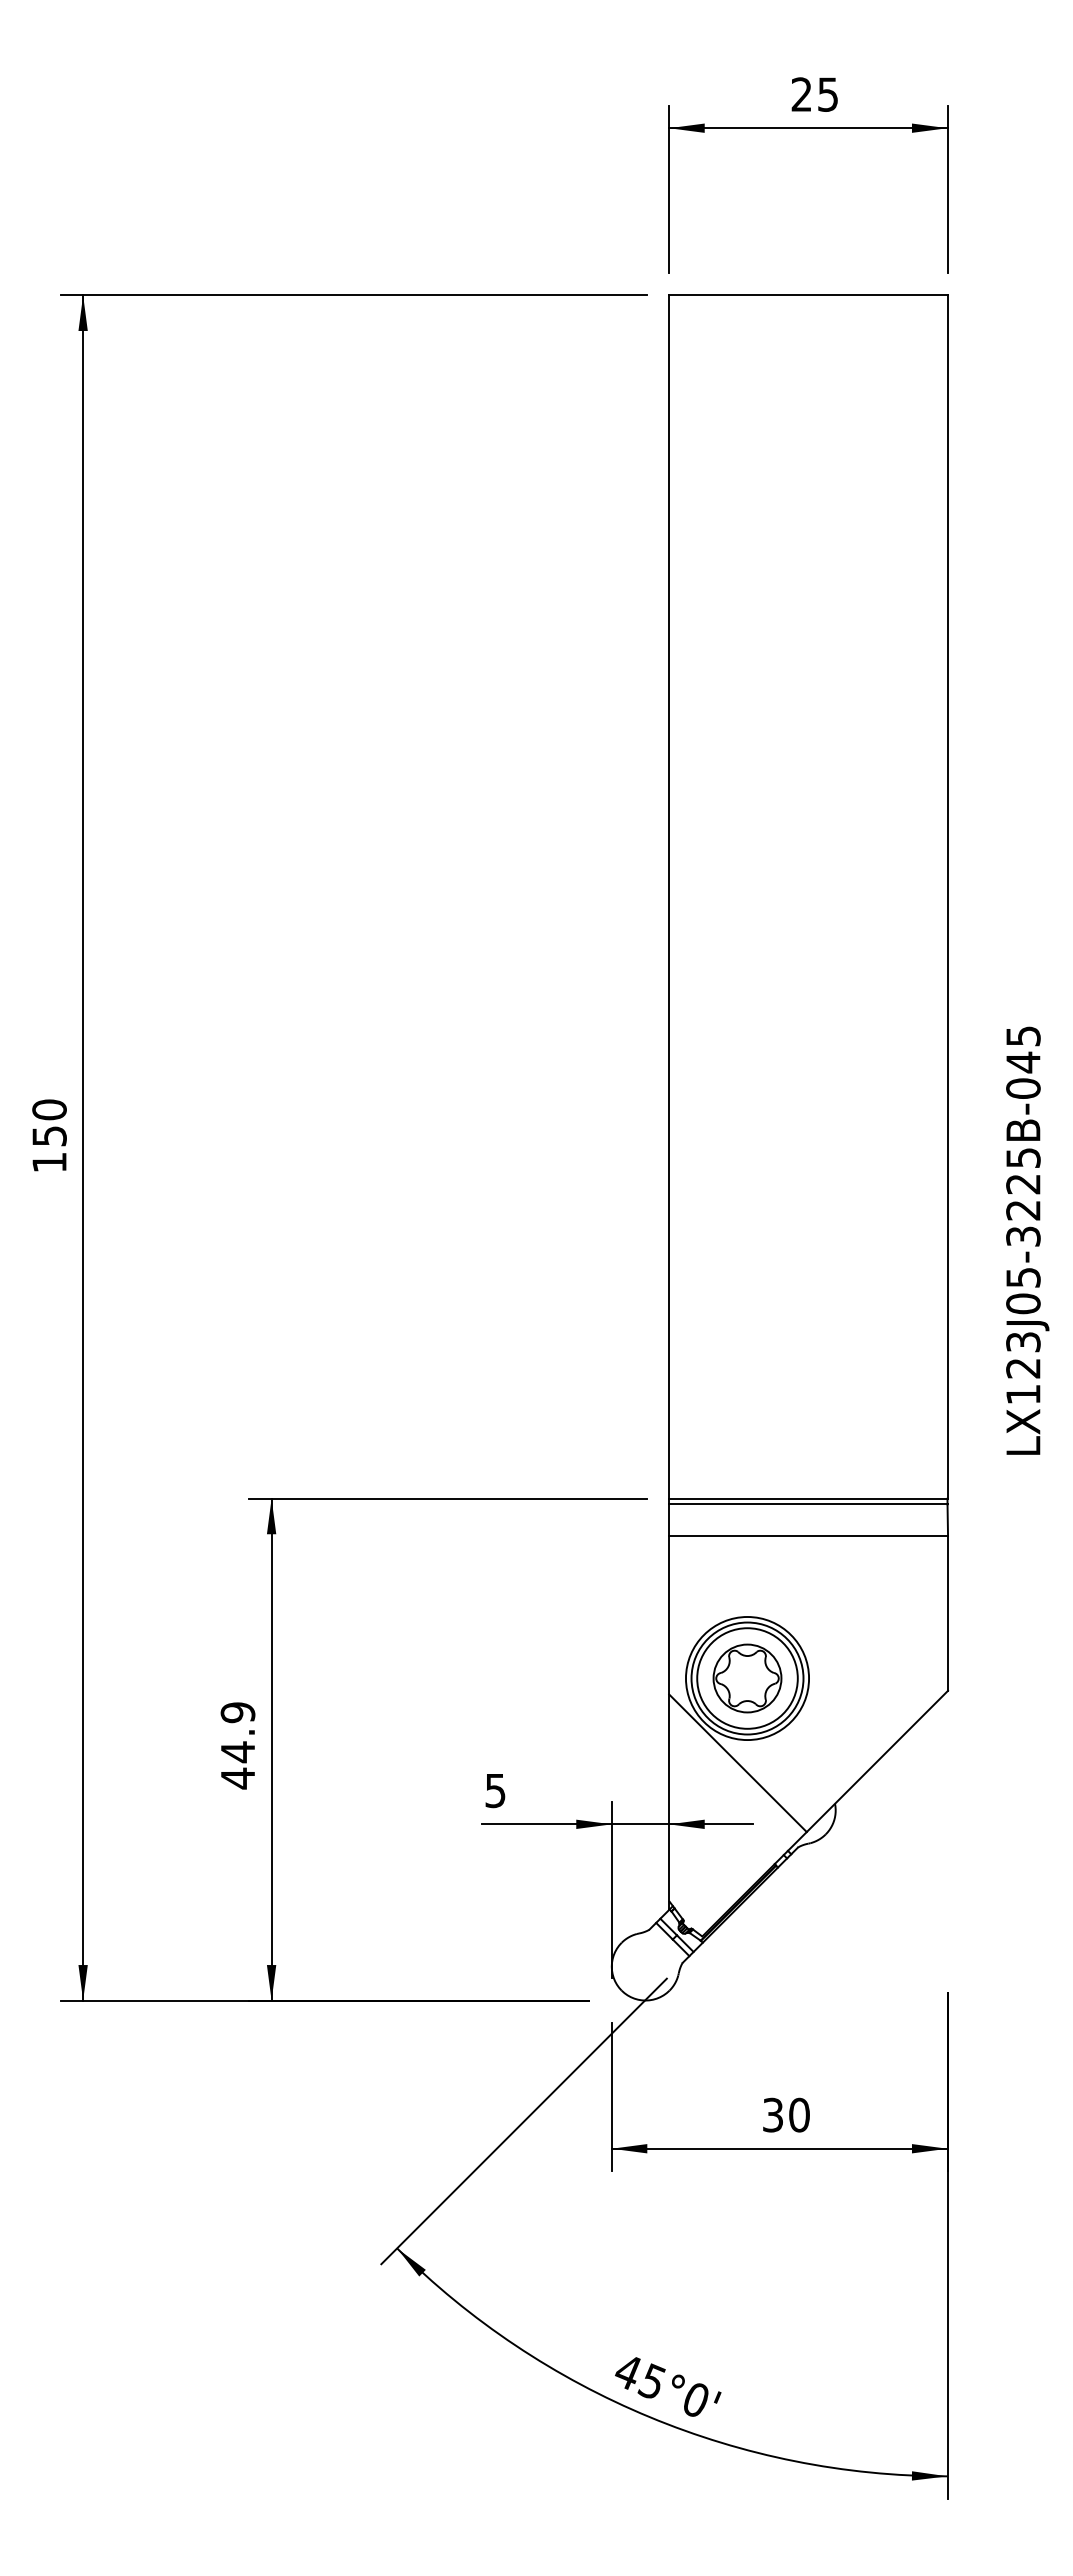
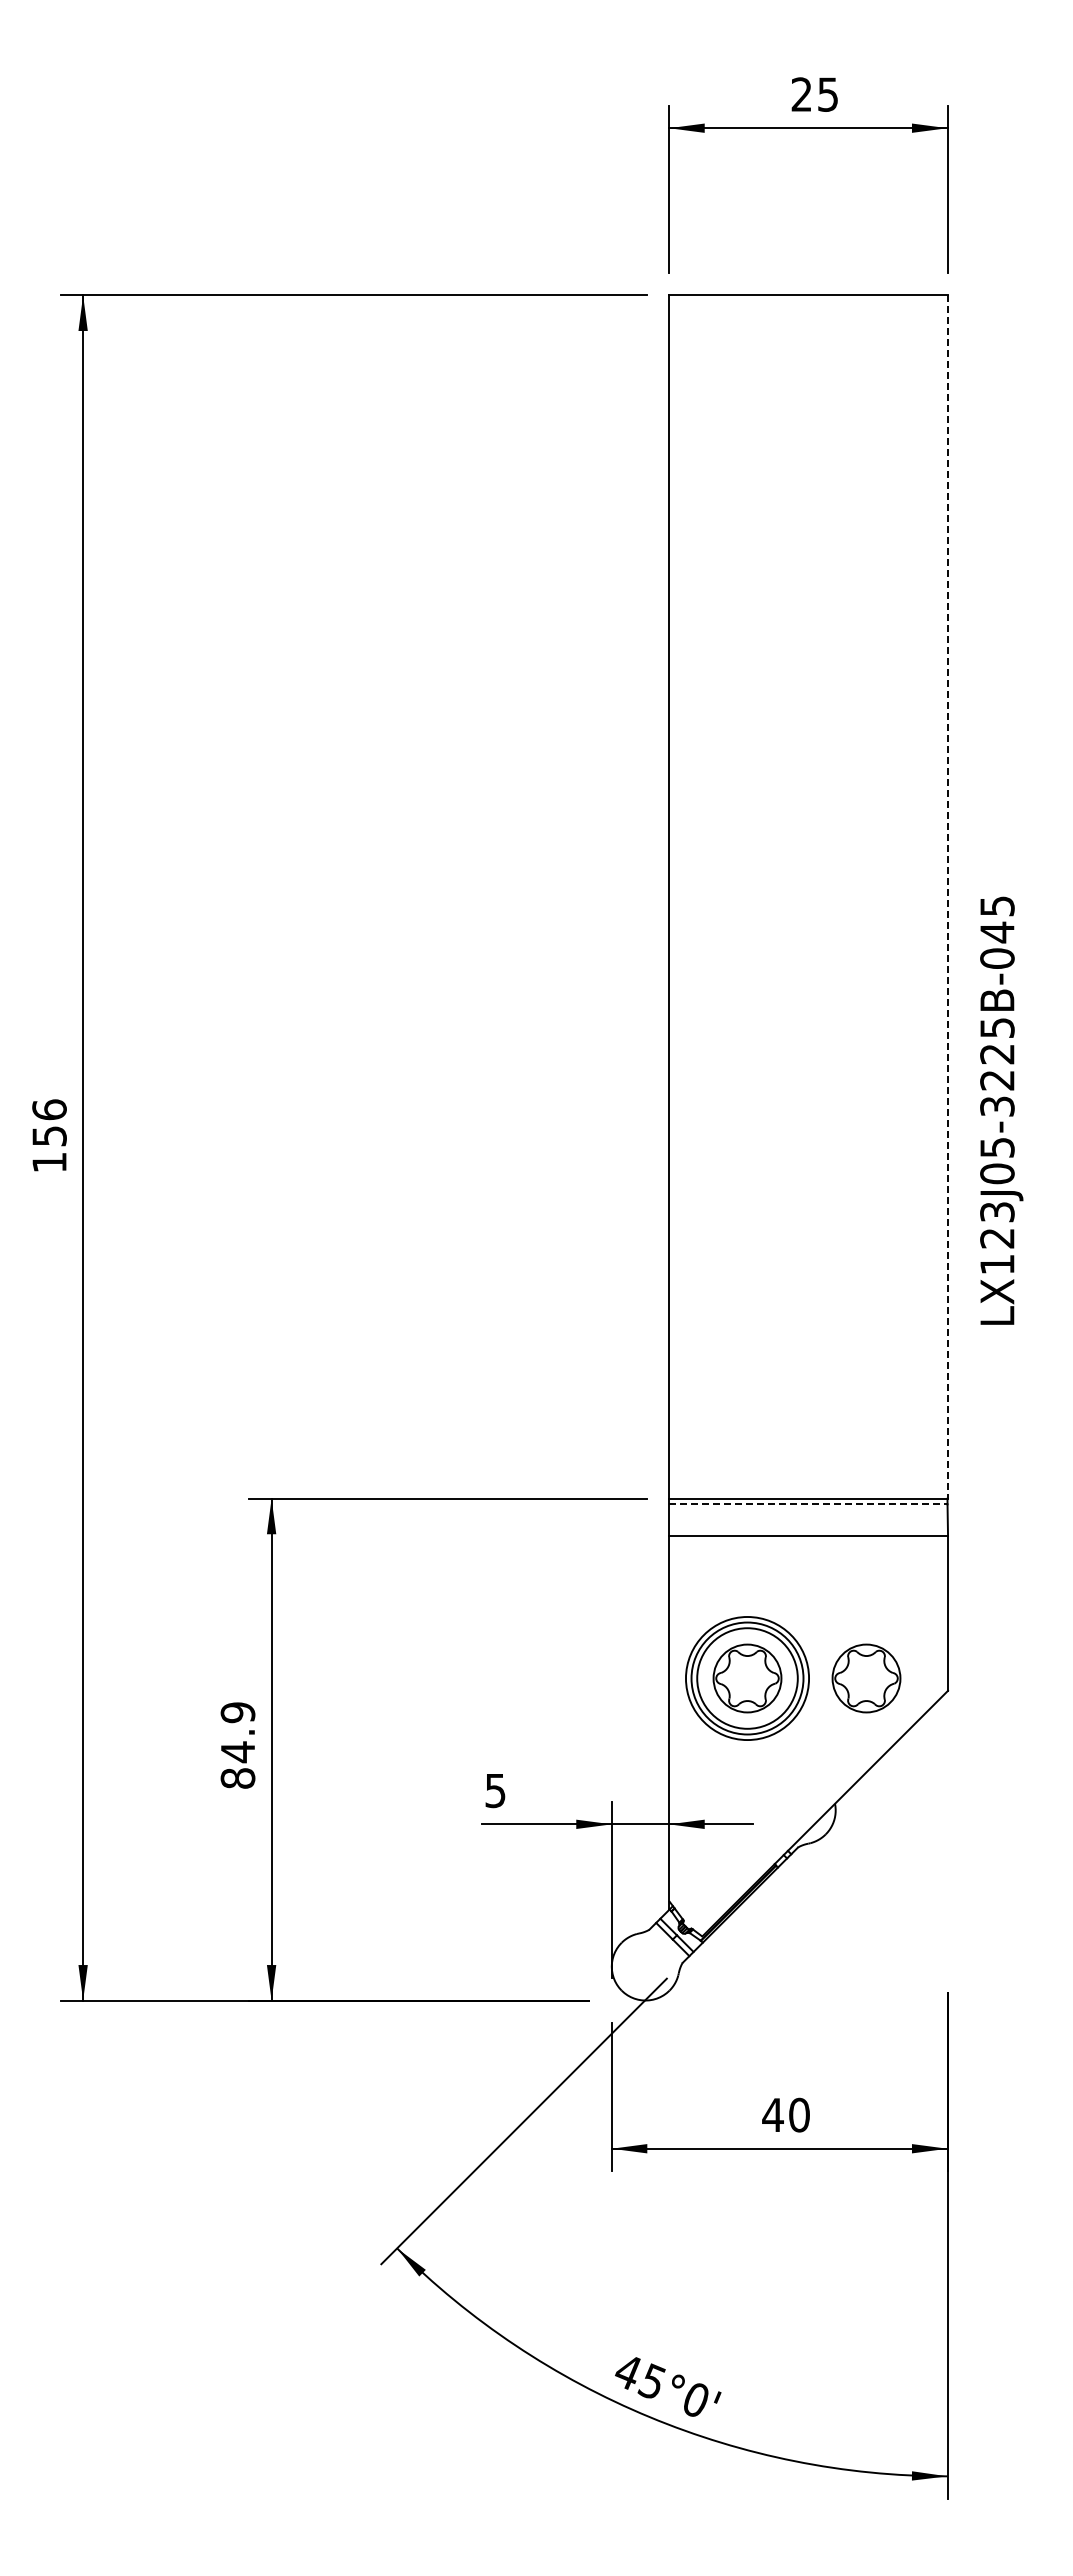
line at (947, 897): solid -> dashed
text at (49, 1109): 150 -> 156
text at (1027, 1240) position: (1027, 1240) -> (1001, 1110)
line at (808, 1504): solid -> dashed
part at (866, 1678): none -> present
line at (737, 1763): present -> none
text at (237, 1778): 44.9 -> 84.9
text at (772, 2114): 30 -> 40
